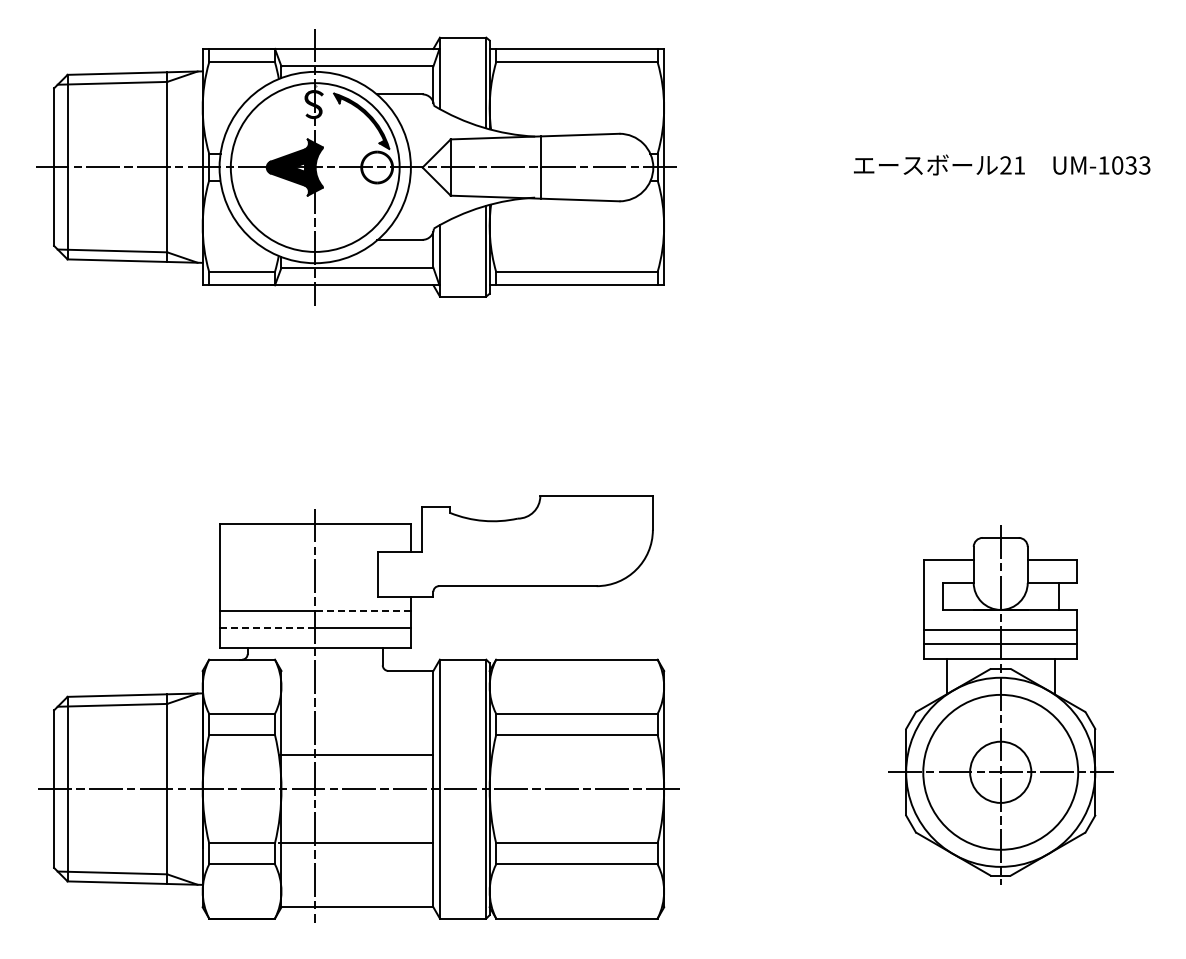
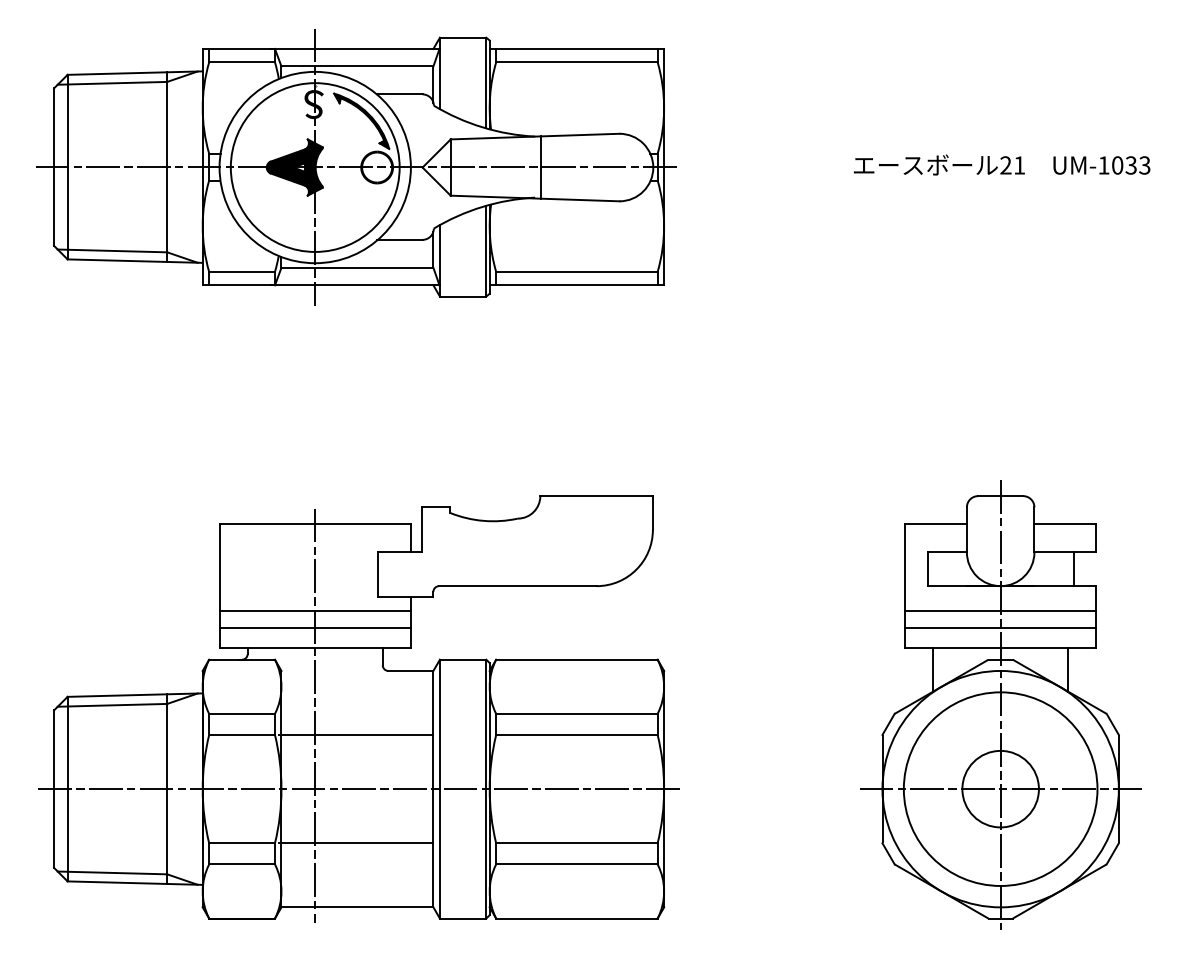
line at (363, 611): dashed -> solid
line at (267, 628): dashed -> solid
part at (1000, 704) size: 226x360 px -> 282x450 px
line at (356, 754) position: (356, 754) -> (356, 734)
